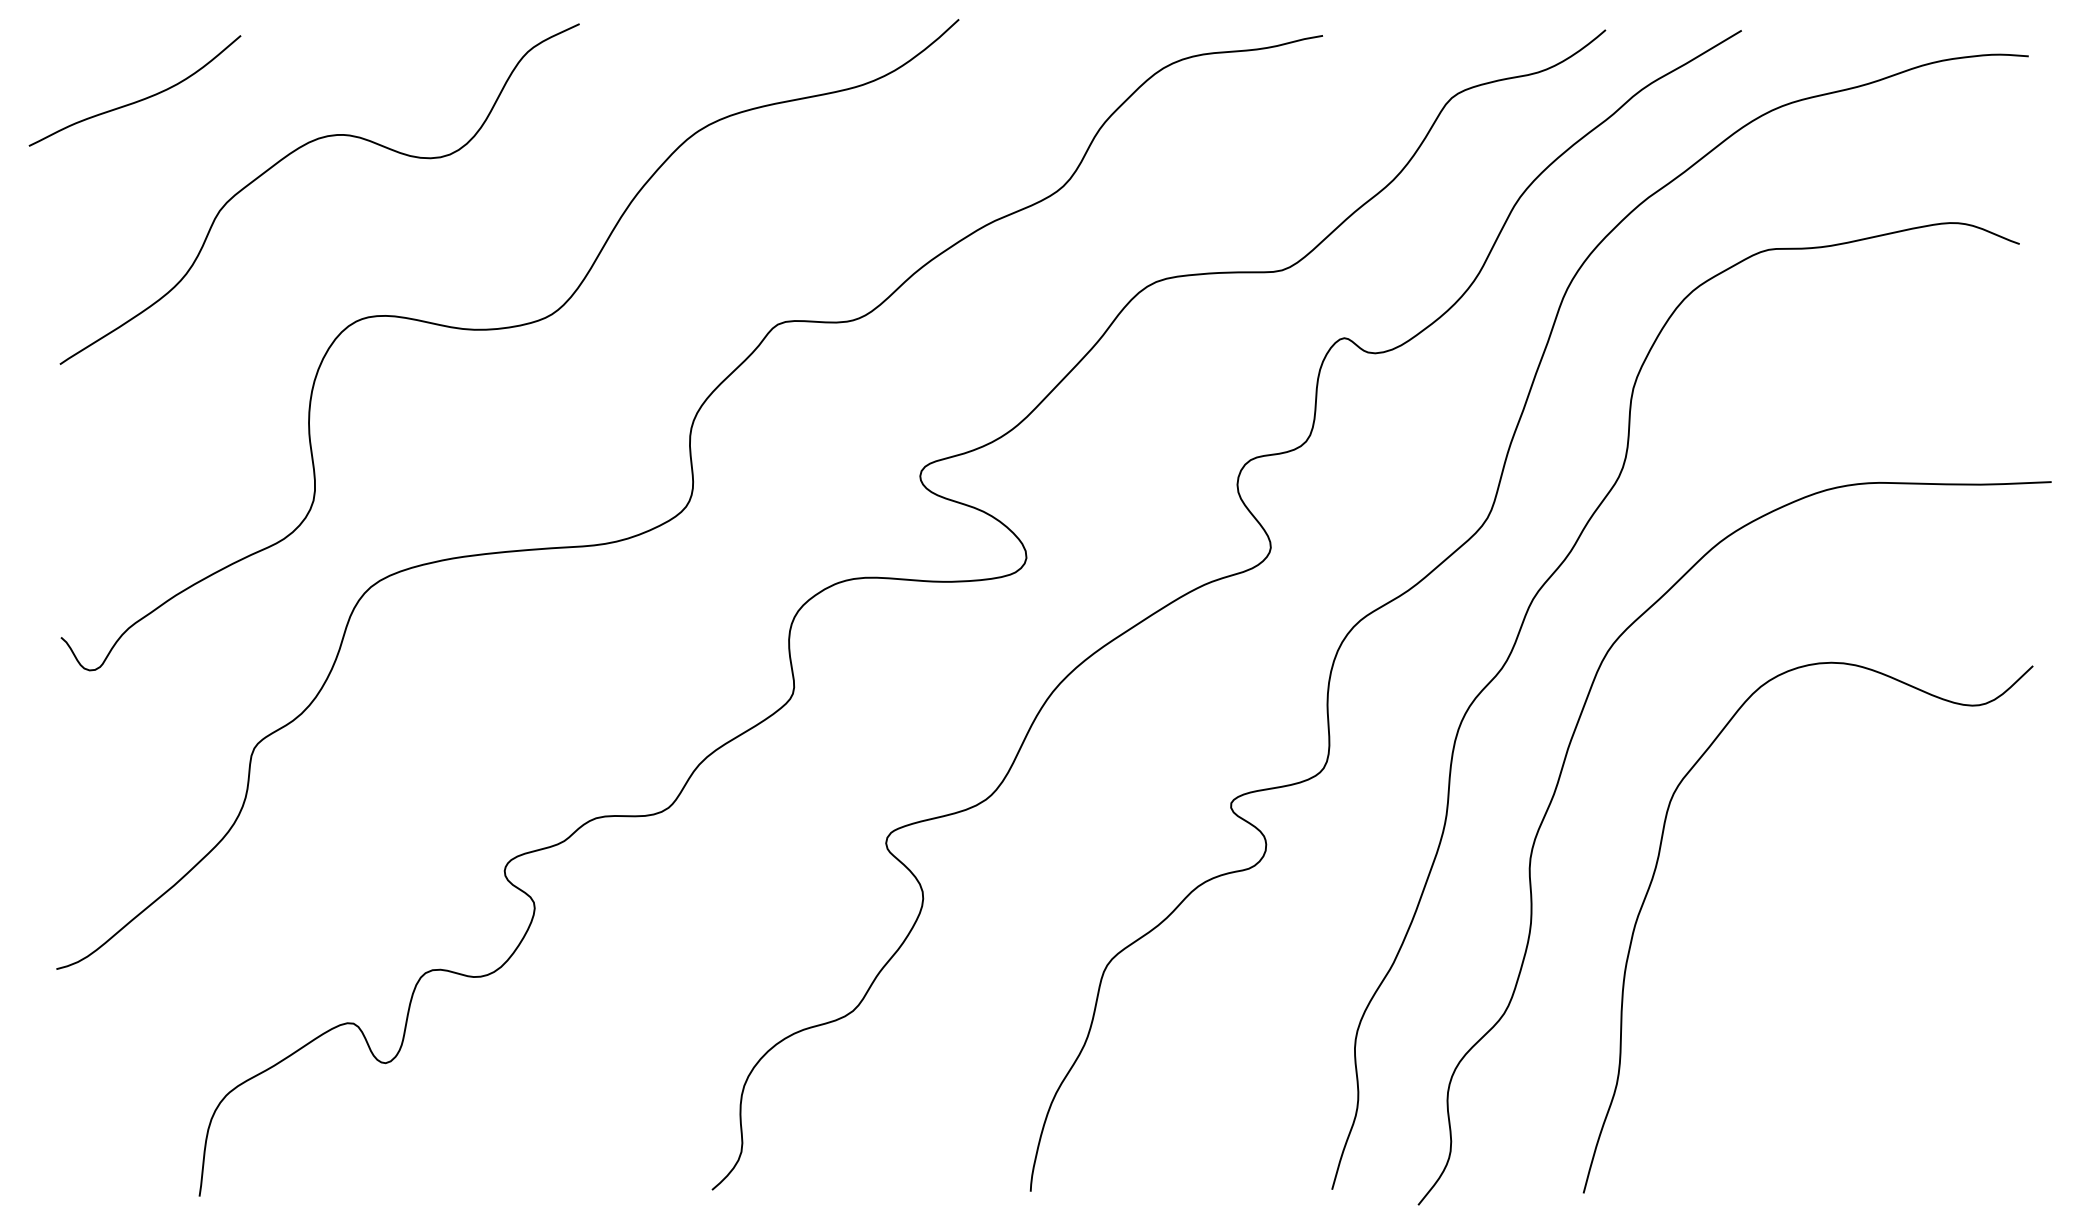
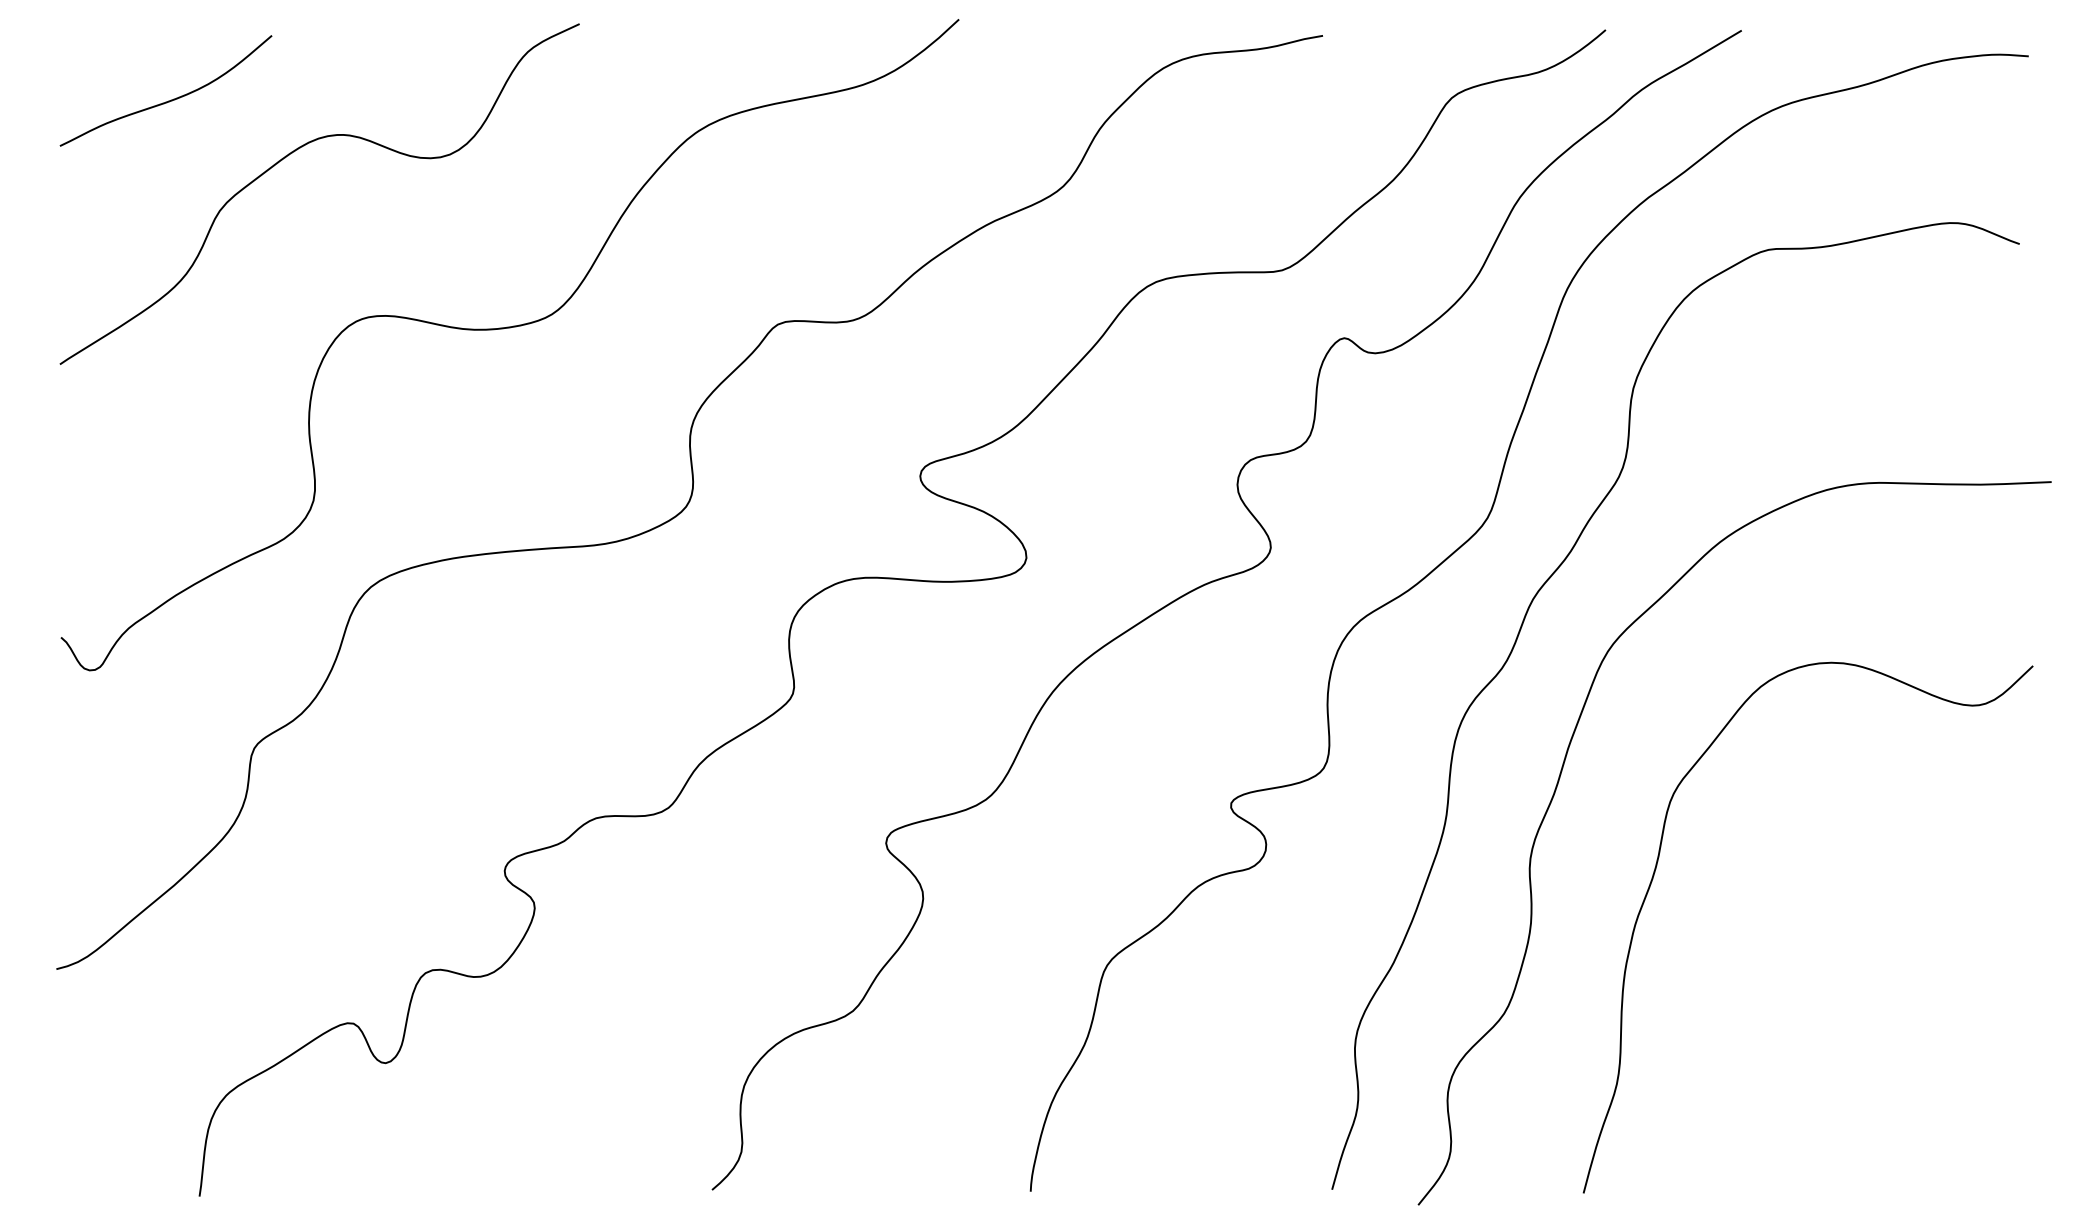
curve at (137, 100) position: (137, 100) -> (168, 100)
